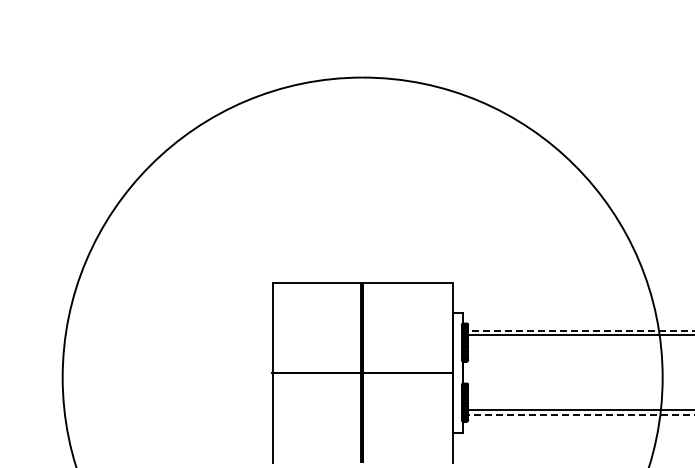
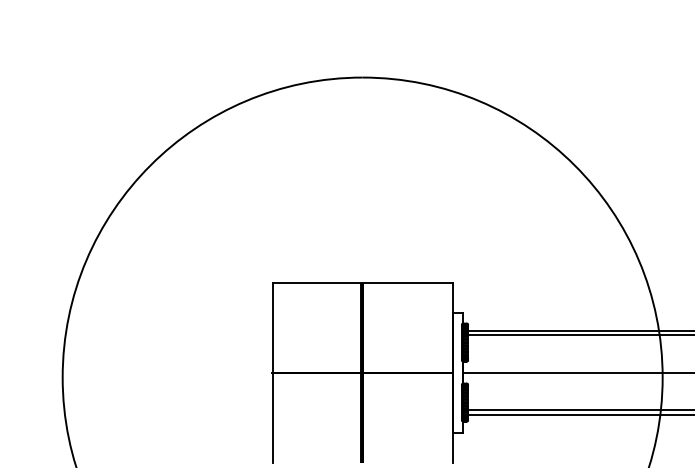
line at (578, 330): dashed -> solid
line at (576, 372): none -> present
line at (578, 414): dashed -> solid
